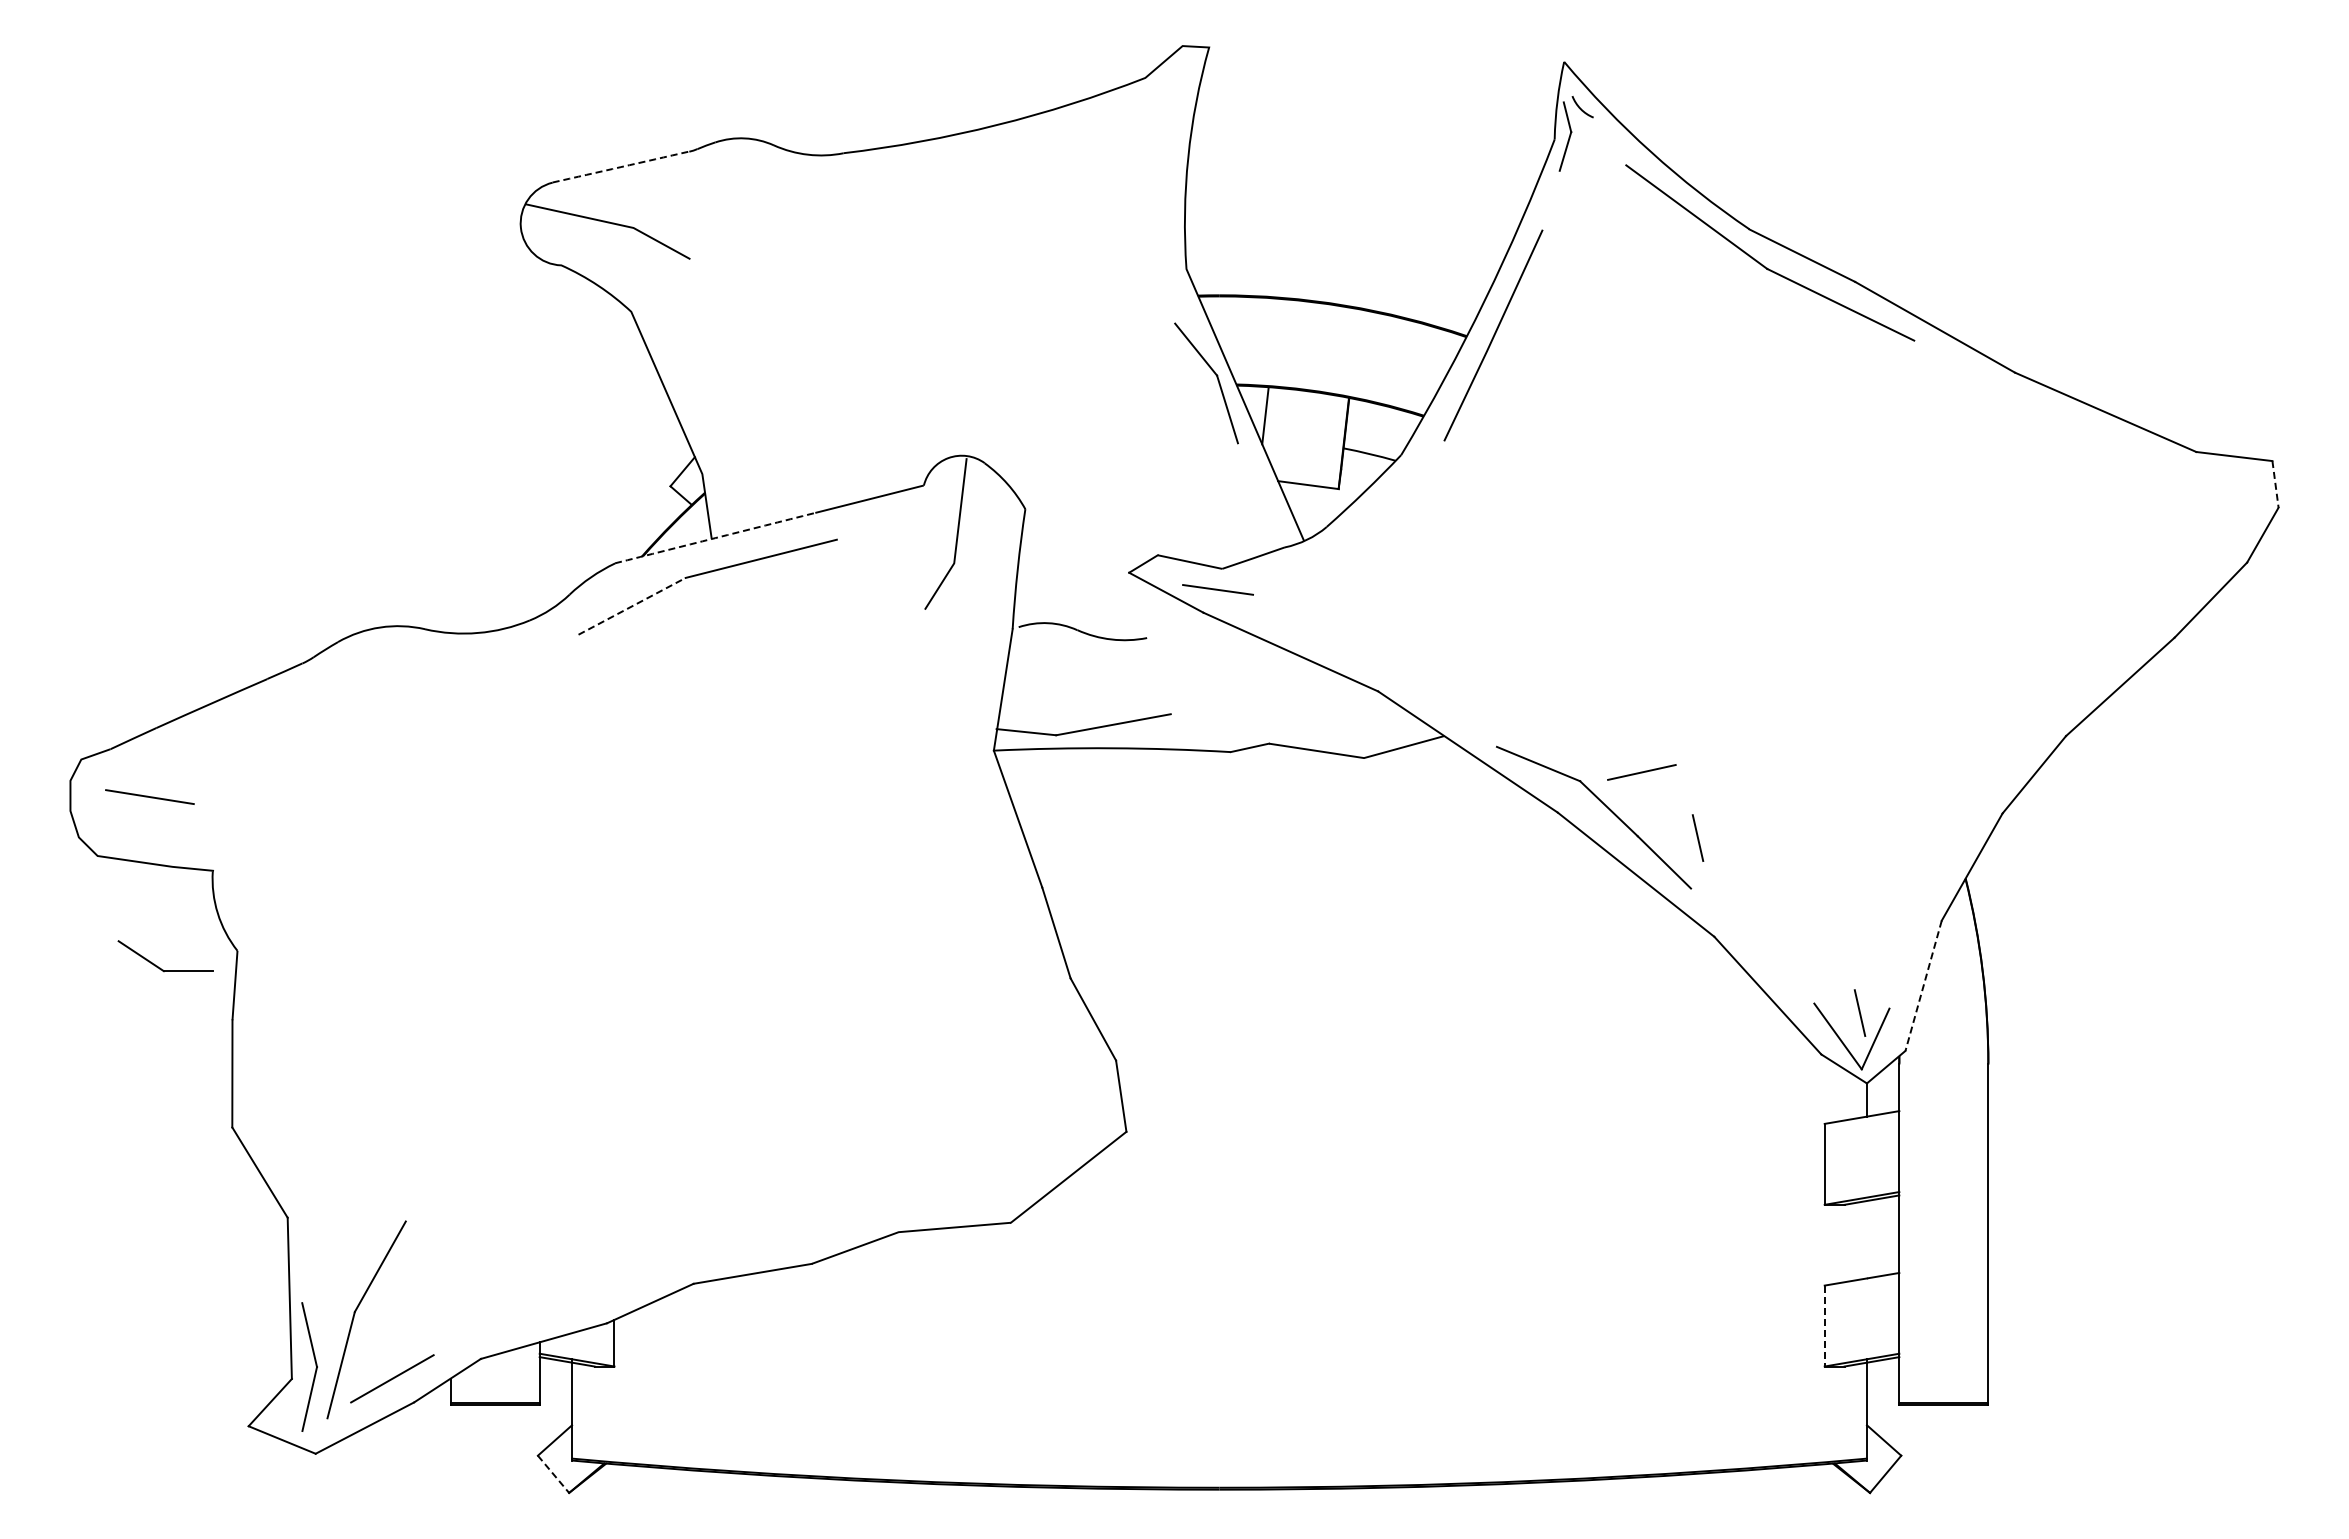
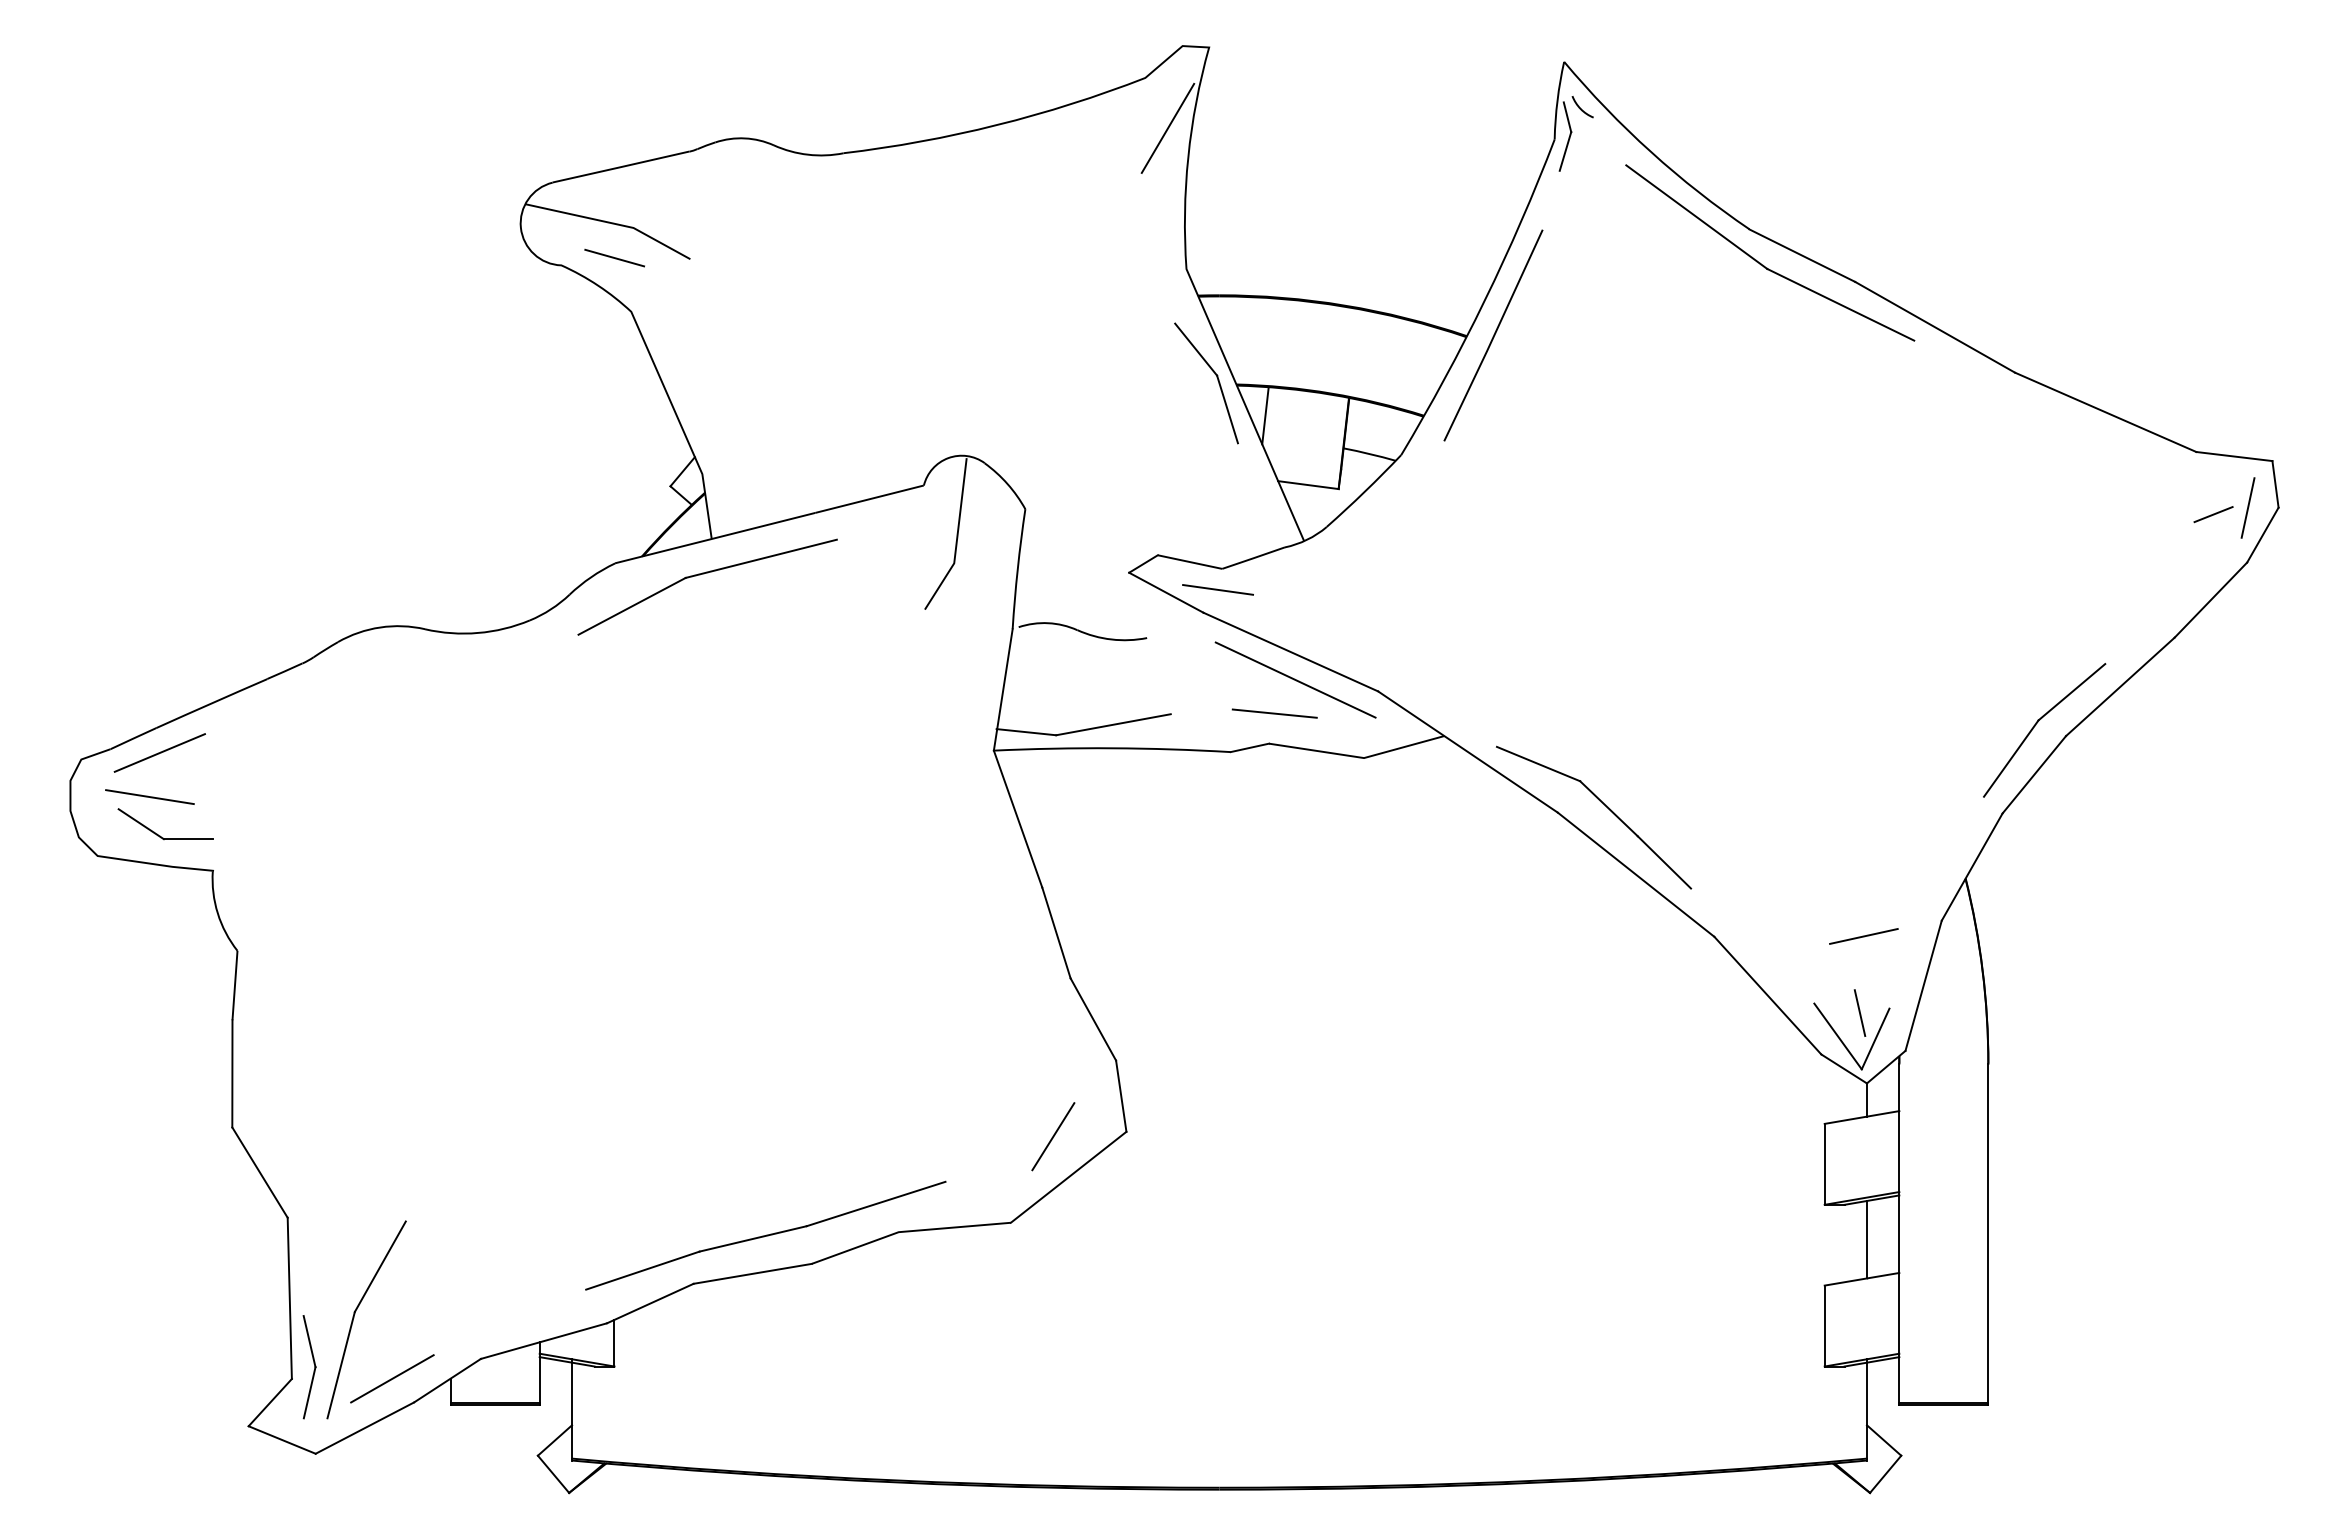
line at (1167, 127): none -> present
arc at (620, 167): dashed -> solid
line at (614, 257): none -> present
line at (2275, 484): dashed -> solid
line at (2247, 507): none -> present
line at (2213, 514): none -> present
arc at (715, 538): dashed -> solid
line at (632, 606): dashed -> solid
line at (1295, 679): none -> present
line at (1274, 713): none -> present
part at (2036, 725): none -> present
line at (159, 752): none -> present
line at (1641, 772) position: (1641, 772) -> (1863, 936)
line at (1697, 837): present -> none
part at (157, 965) position: (157, 965) -> (157, 833)
line at (1923, 985): dashed -> solid
line at (1053, 1136): none -> present
part at (765, 1235): none -> present
line at (1866, 1239): none -> present
line at (1824, 1326): dashed -> solid
part at (309, 1366) size: 17x130 px -> 15x105 px
line at (553, 1474): dashed -> solid
